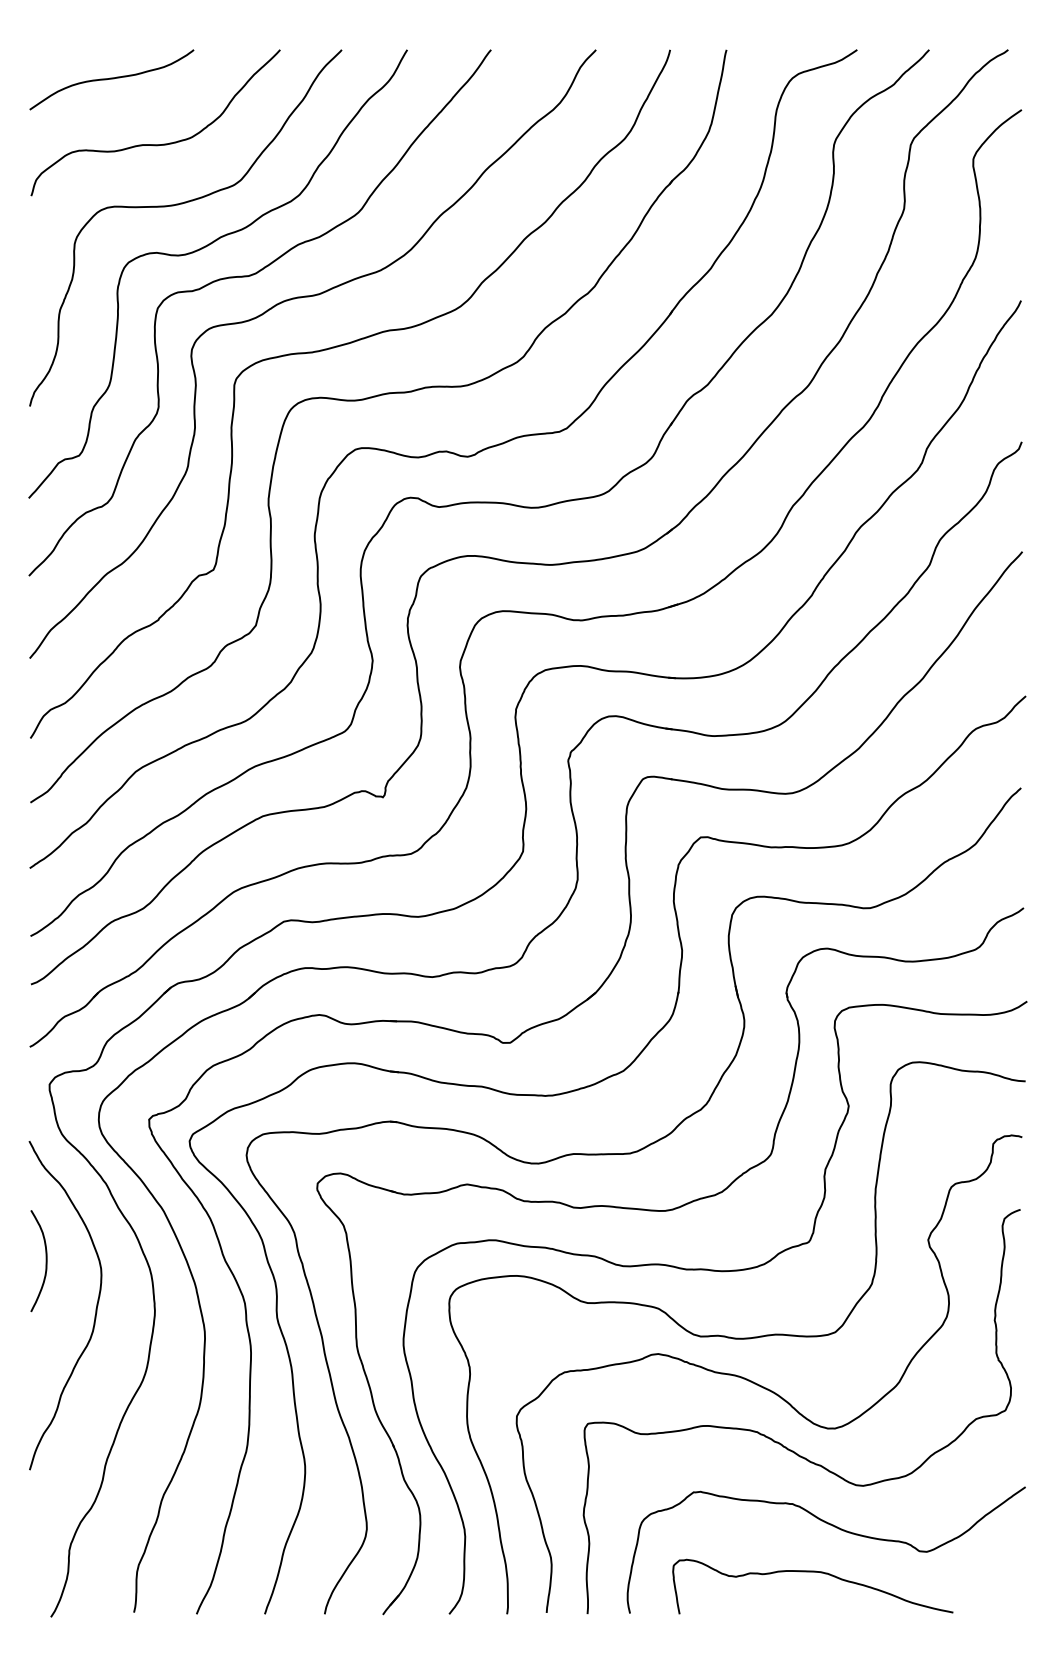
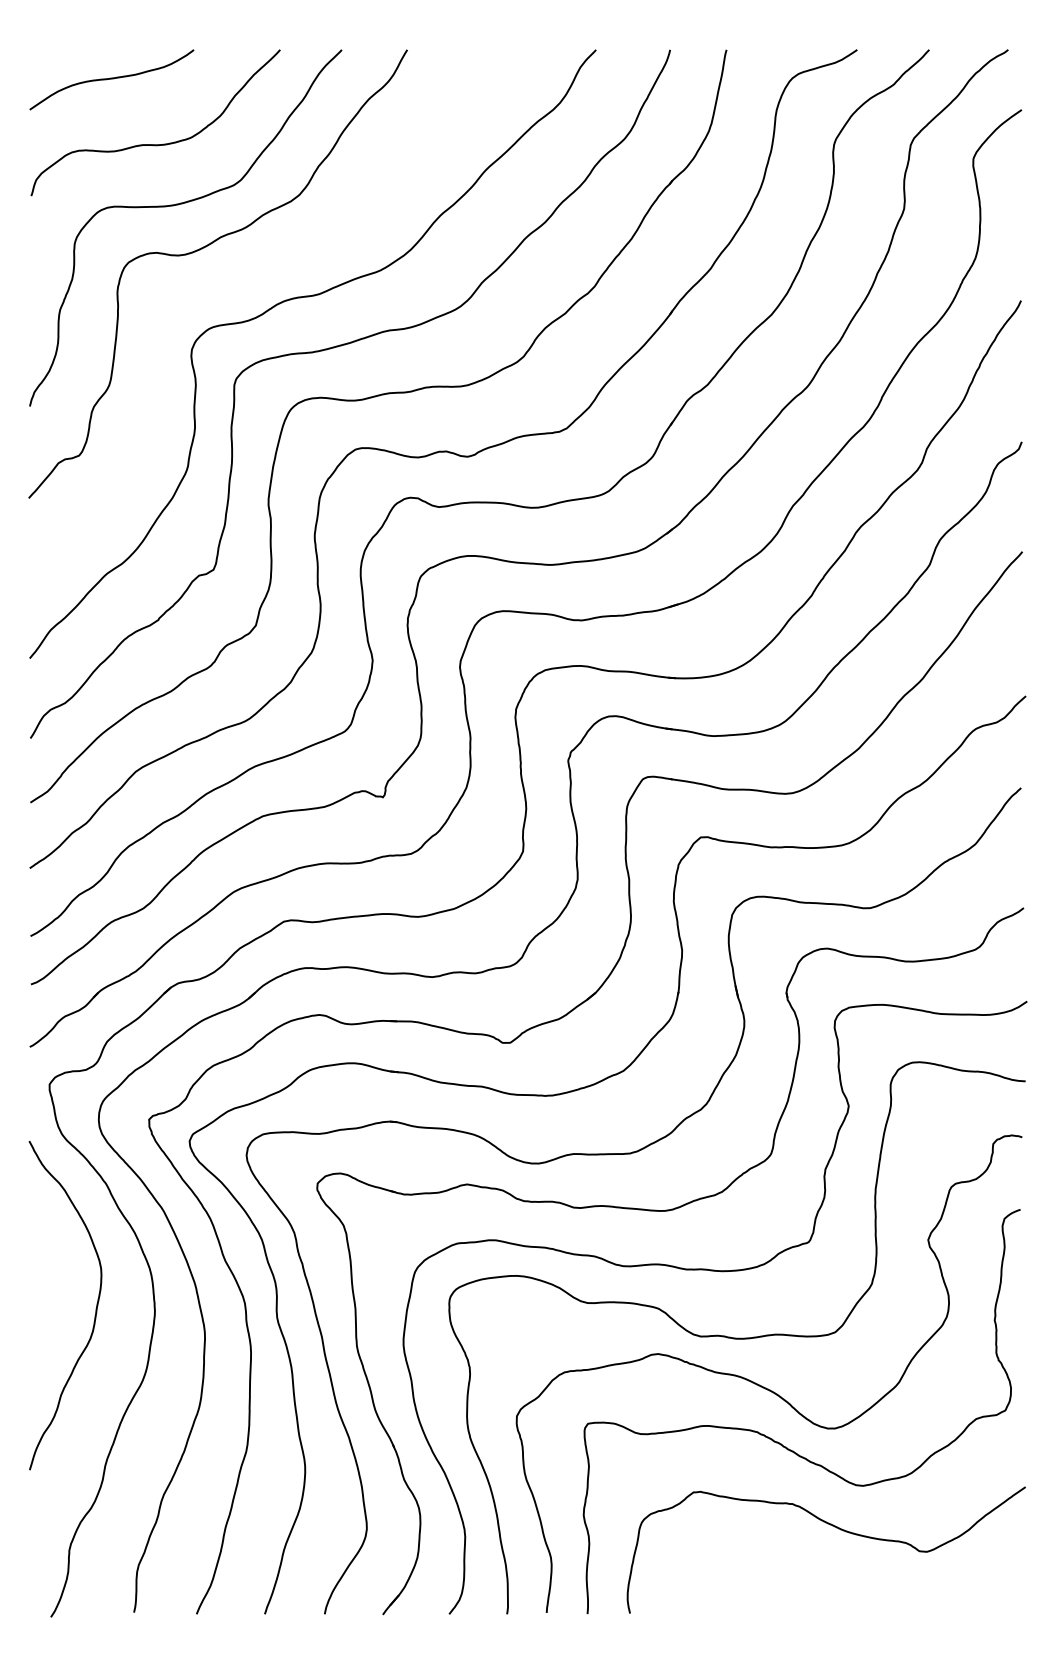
curve at (247, 277): present -> none
curve at (45, 1261): present -> none
curve at (812, 1572): present -> none
